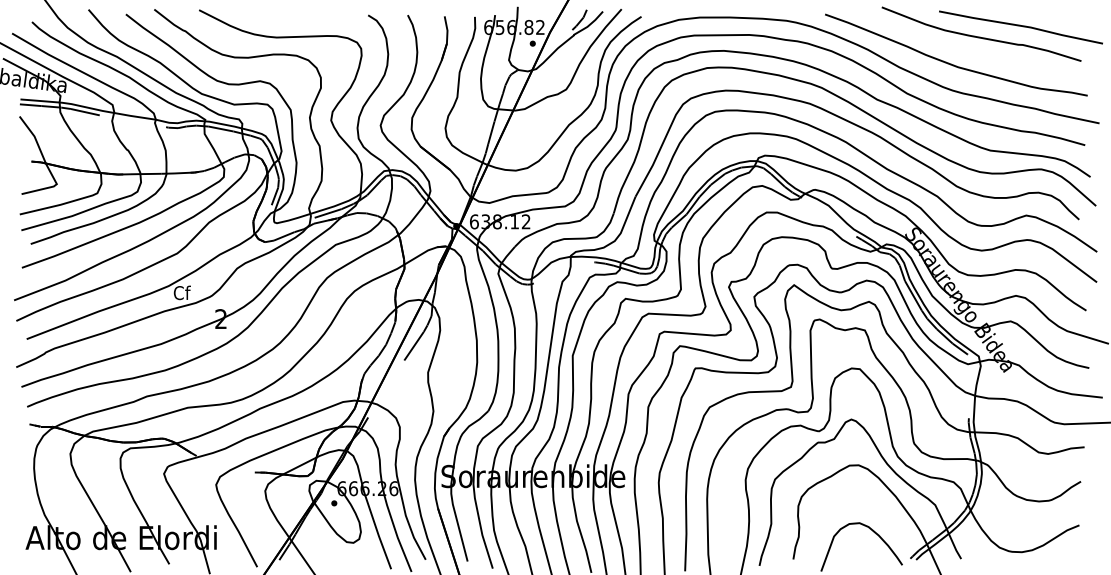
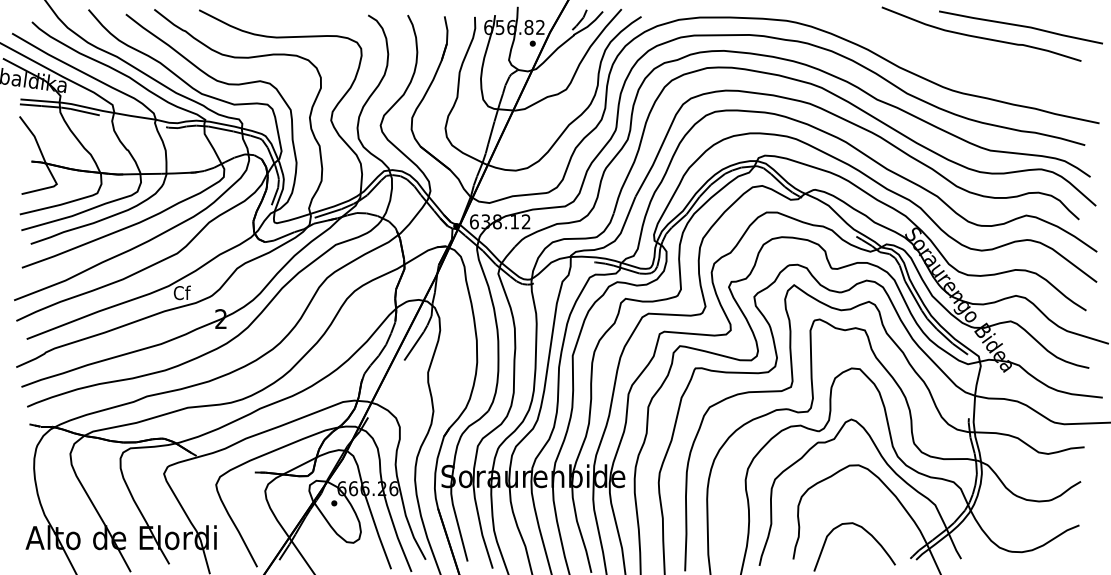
curve at (954, 64): present -> none
curve at (874, 533) position: (874, 533) -> (867, 533)
